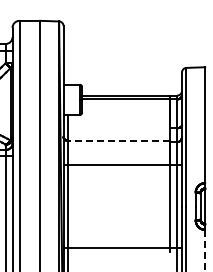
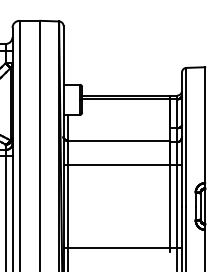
line at (118, 140): dashed -> solid
line at (205, 250): dashed -> solid
